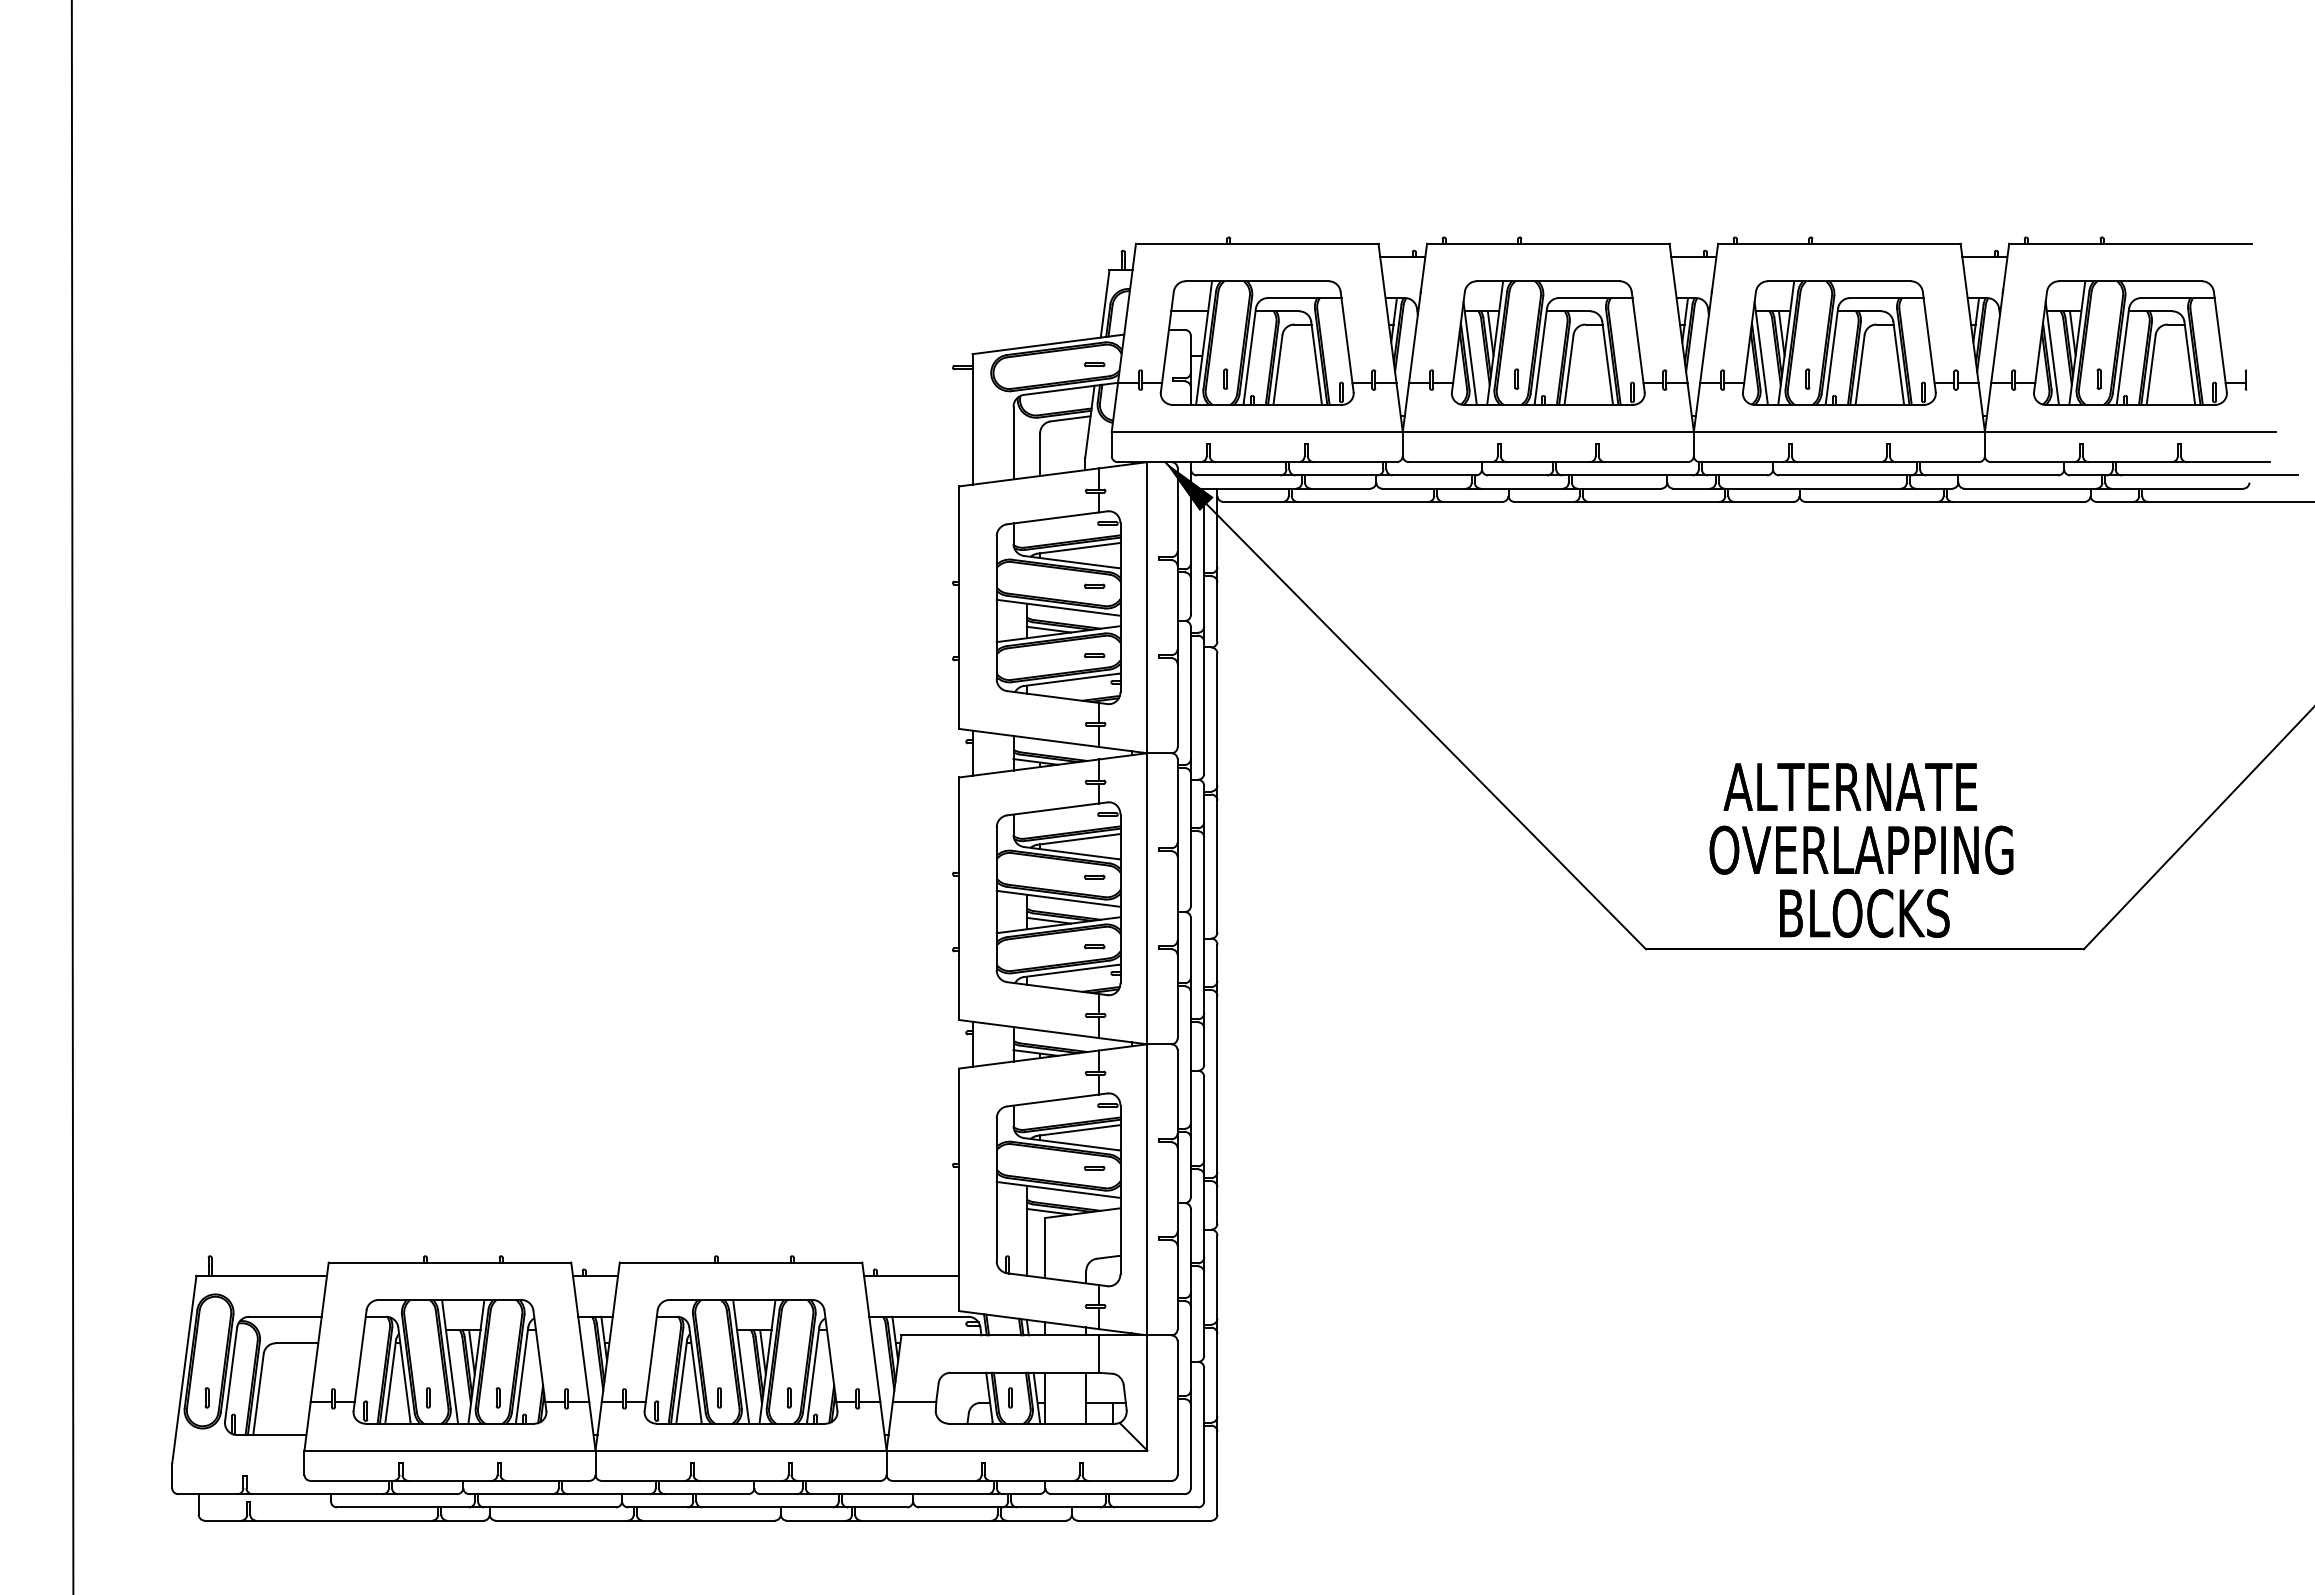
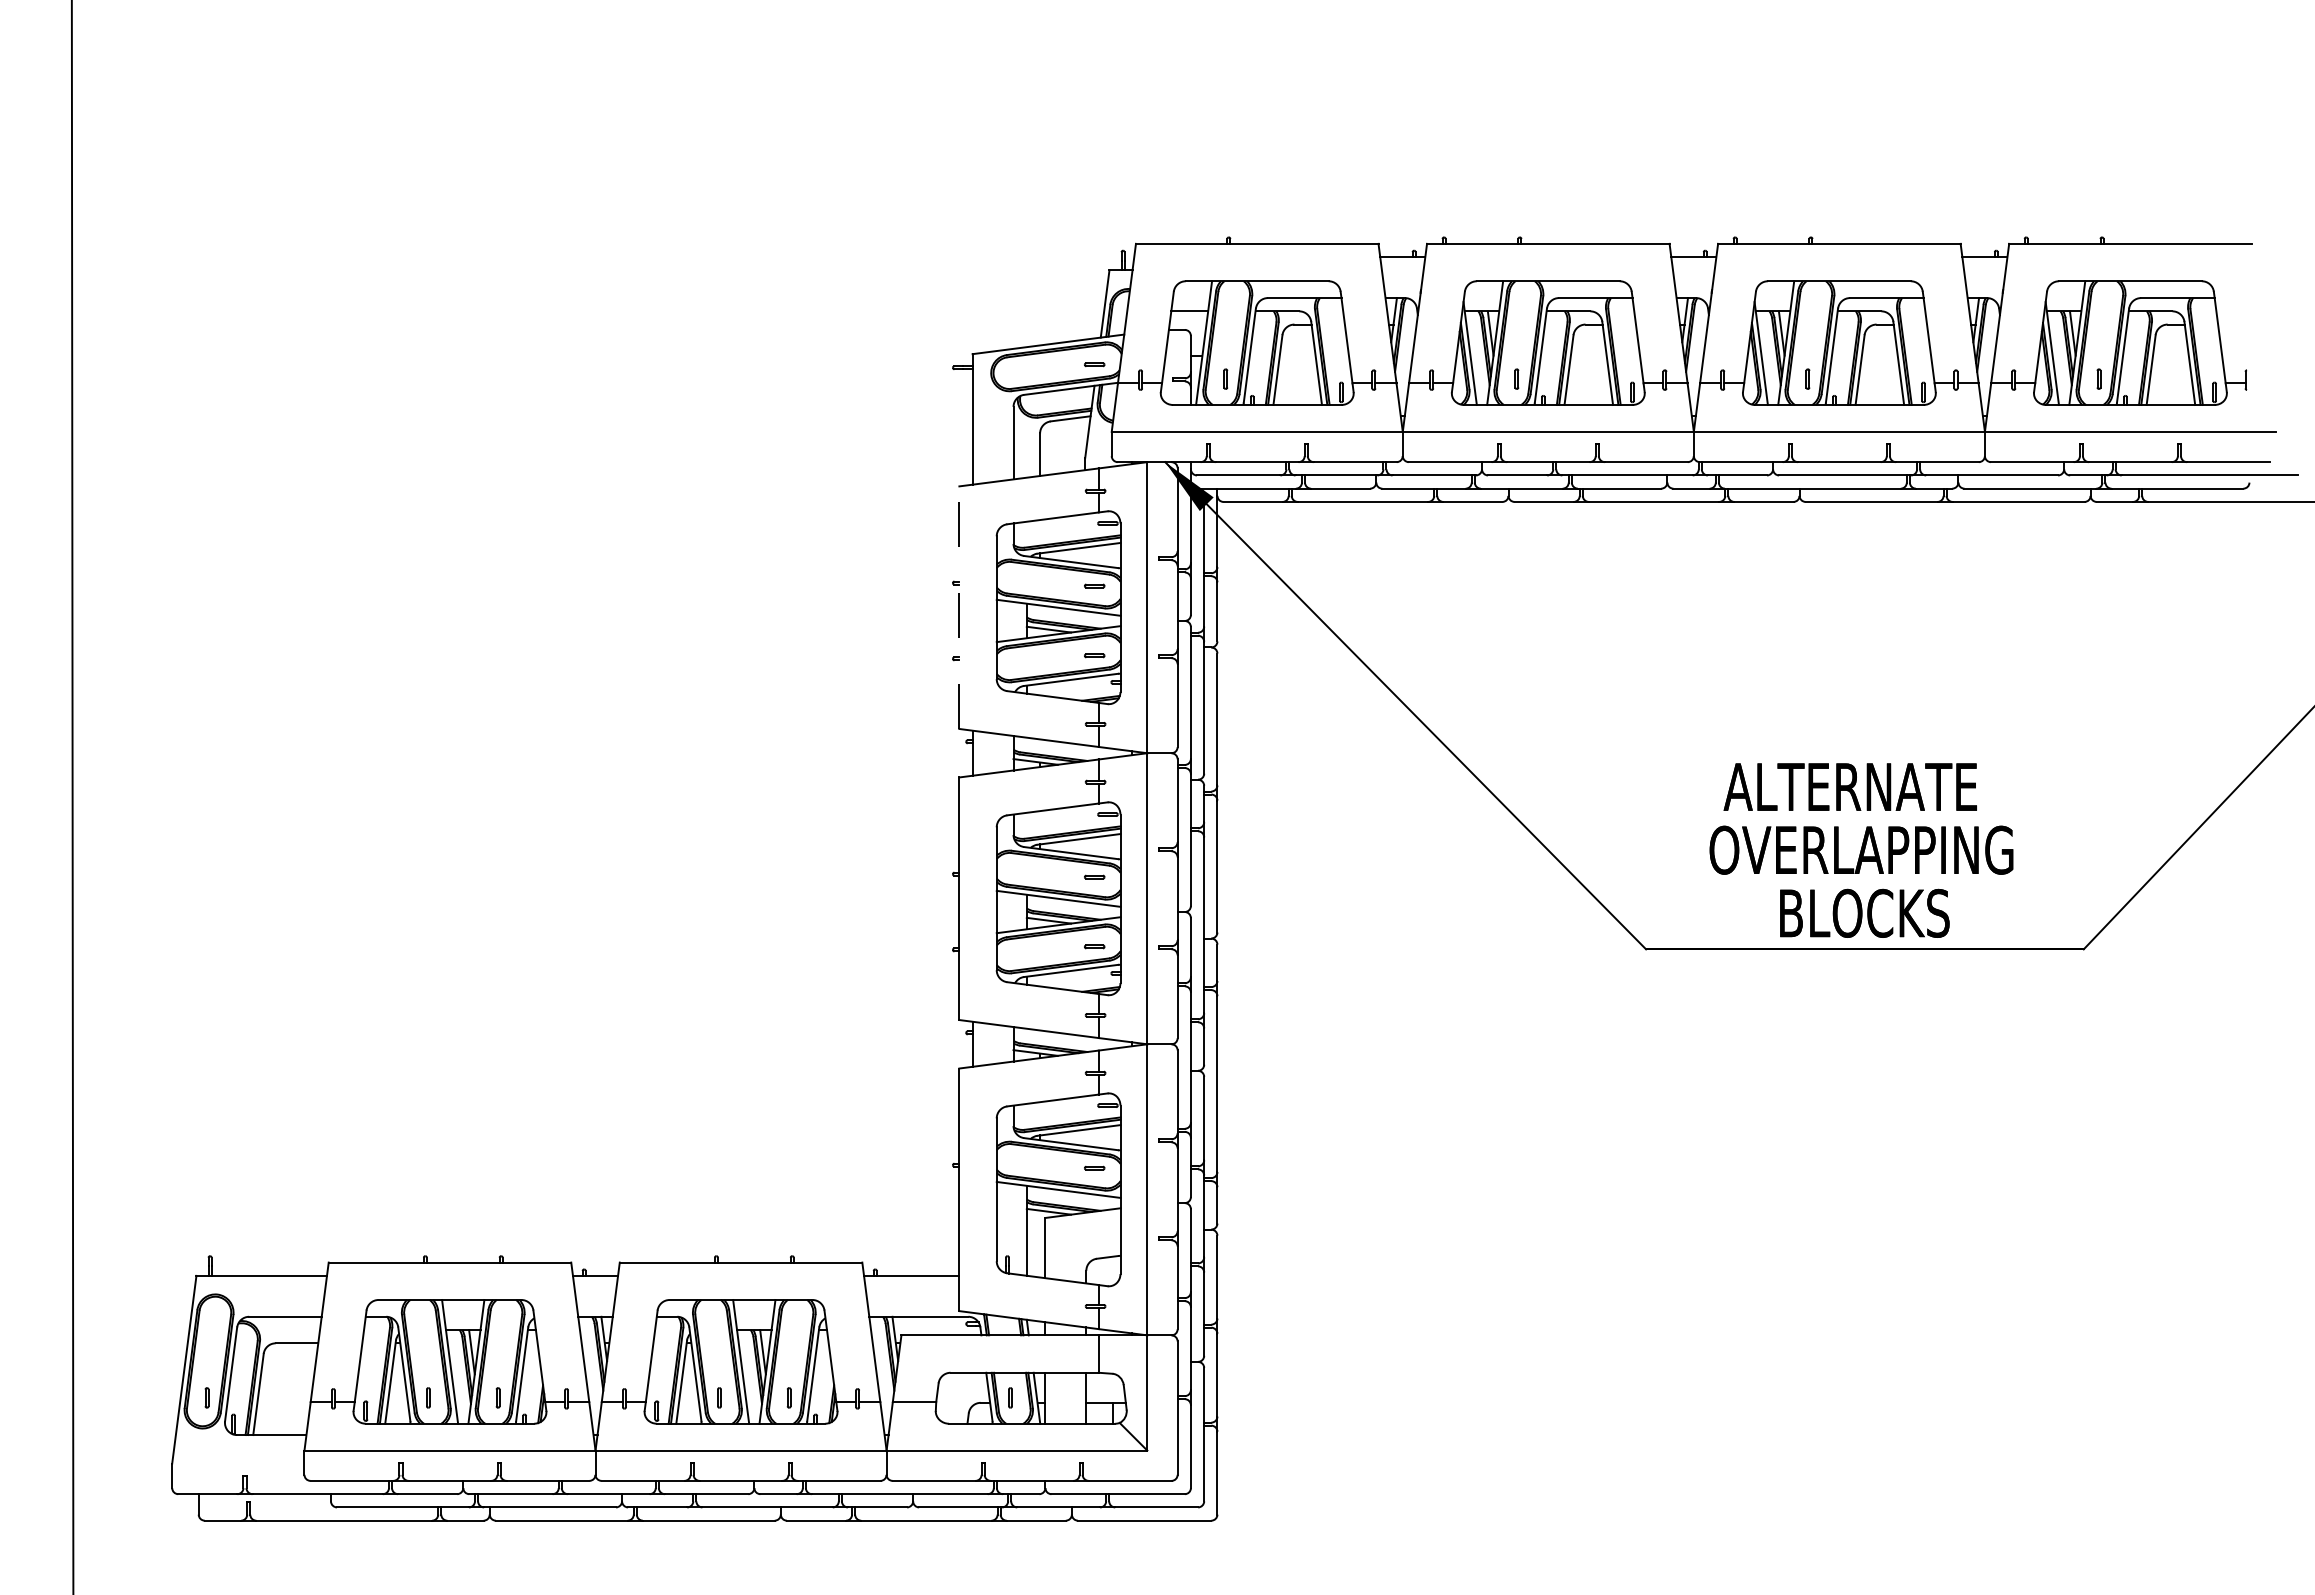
line at (959, 607): solid -> dashed
